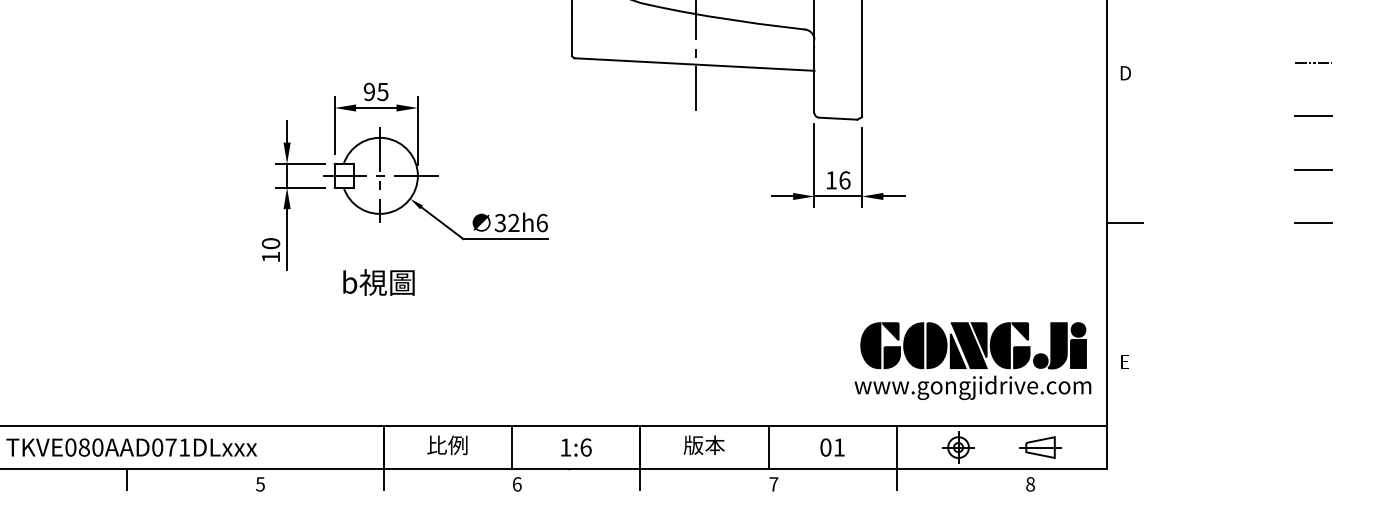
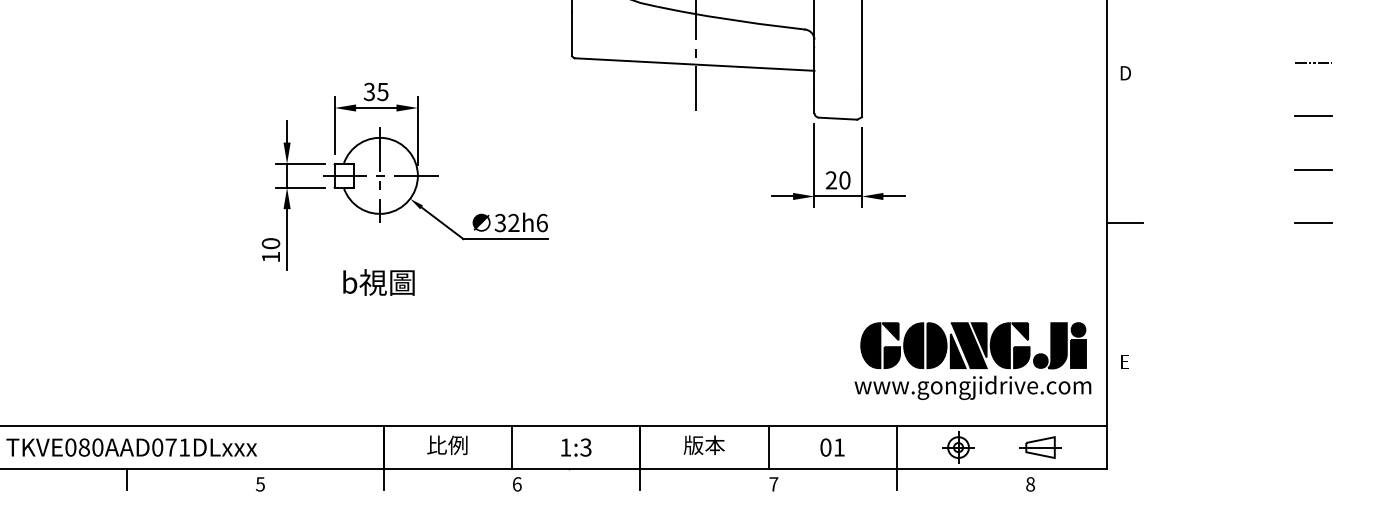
text at (368, 91): 95 -> 35
text at (837, 180): 16 -> 20
text at (585, 447): 1:6 -> 1:3
